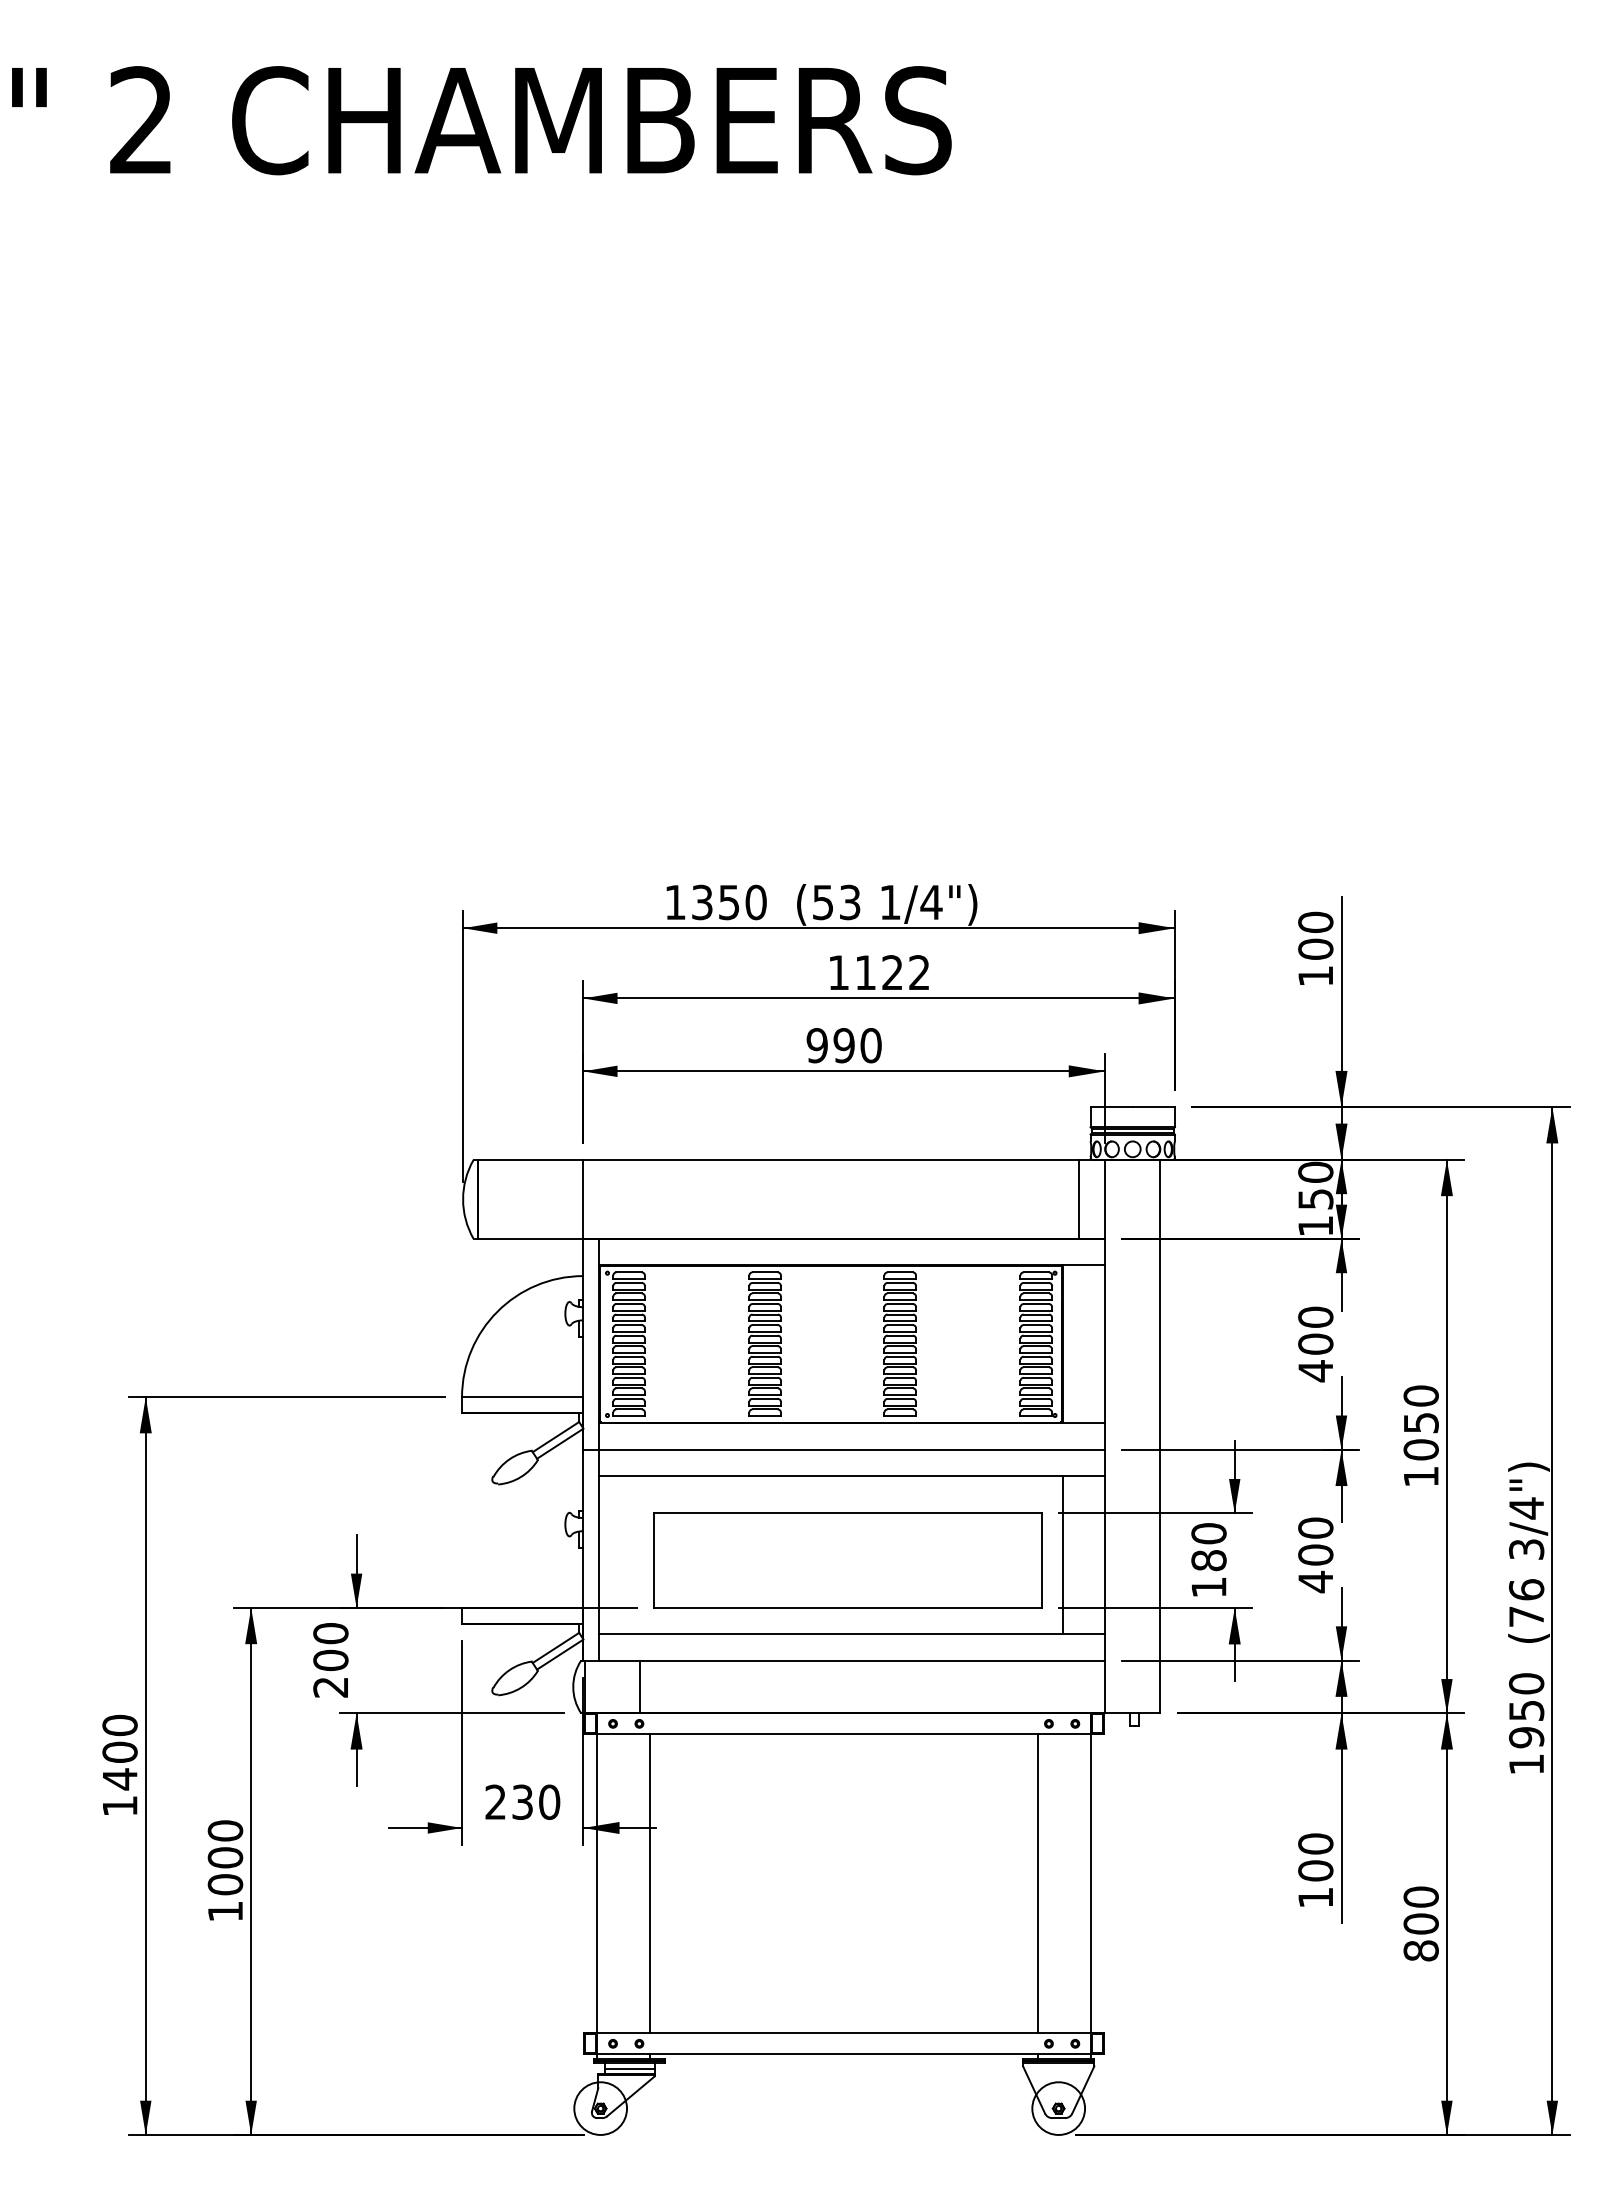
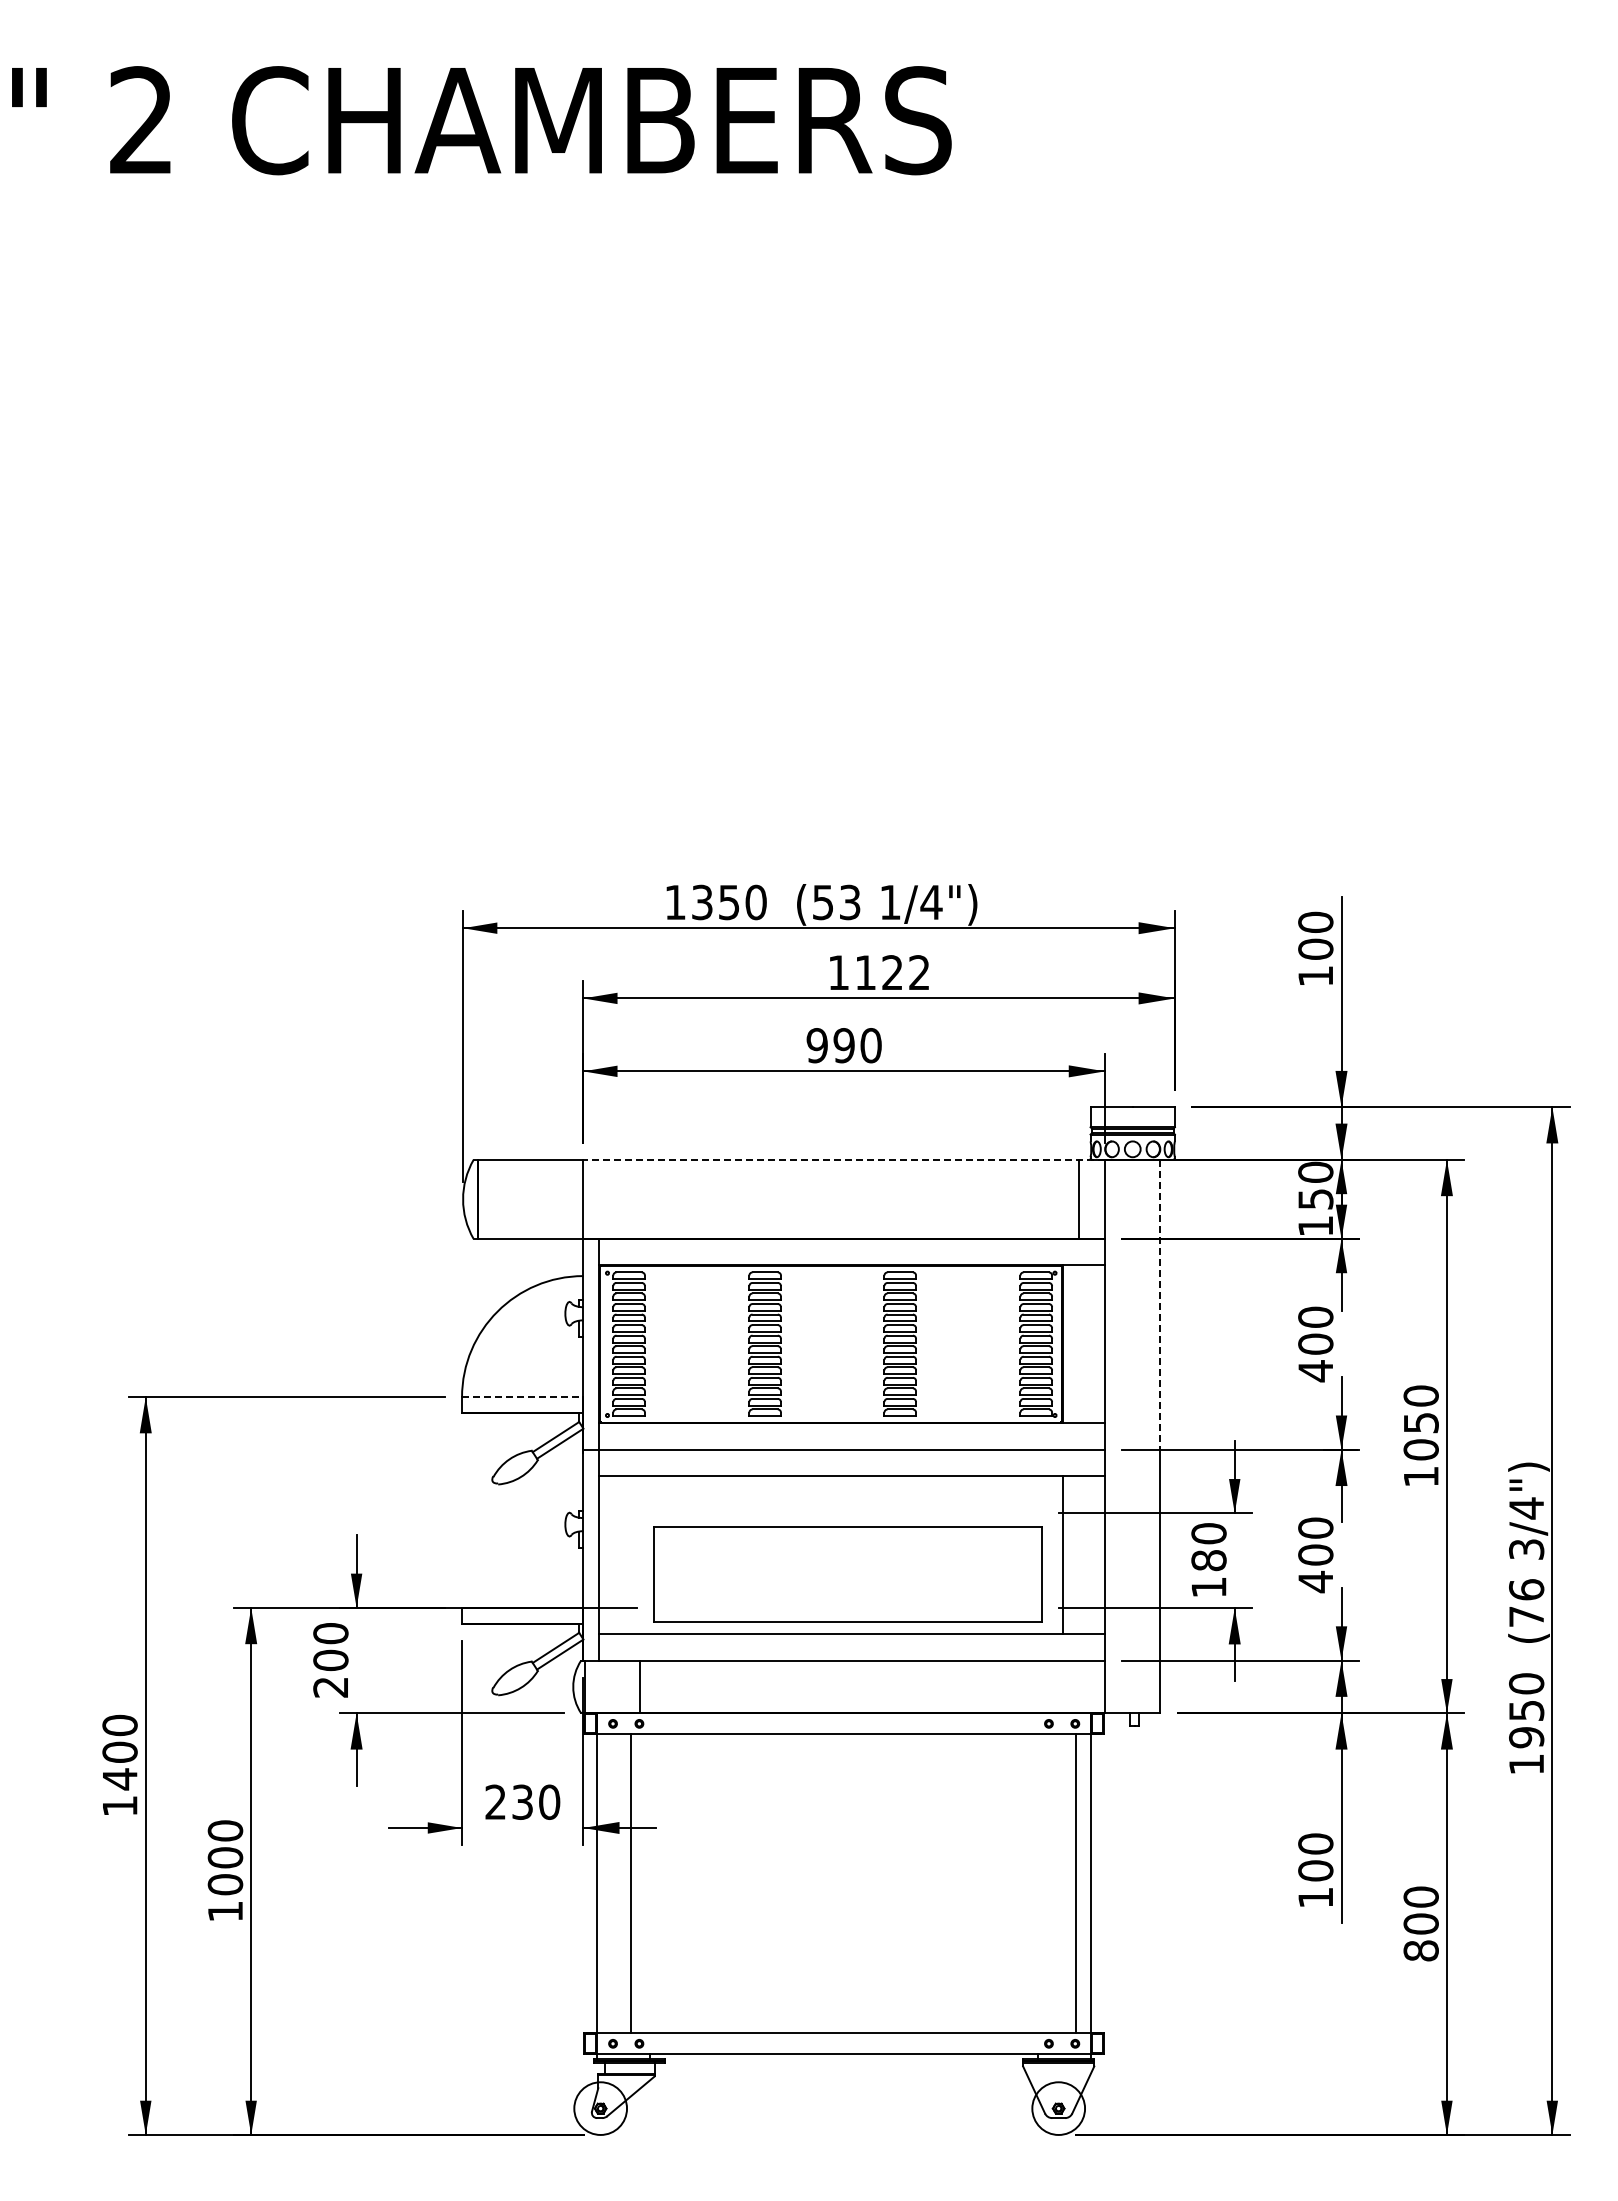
line at (844, 1159): solid -> dashed
line at (1160, 1304): solid -> dashed
line at (522, 1397): solid -> dashed
part at (847, 1560) position: (847, 1560) -> (847, 1574)
line at (649, 1883) position: (649, 1883) -> (630, 1883)
line at (1038, 1883) position: (1038, 1883) -> (1076, 1883)
line at (629, 2069): present -> none
